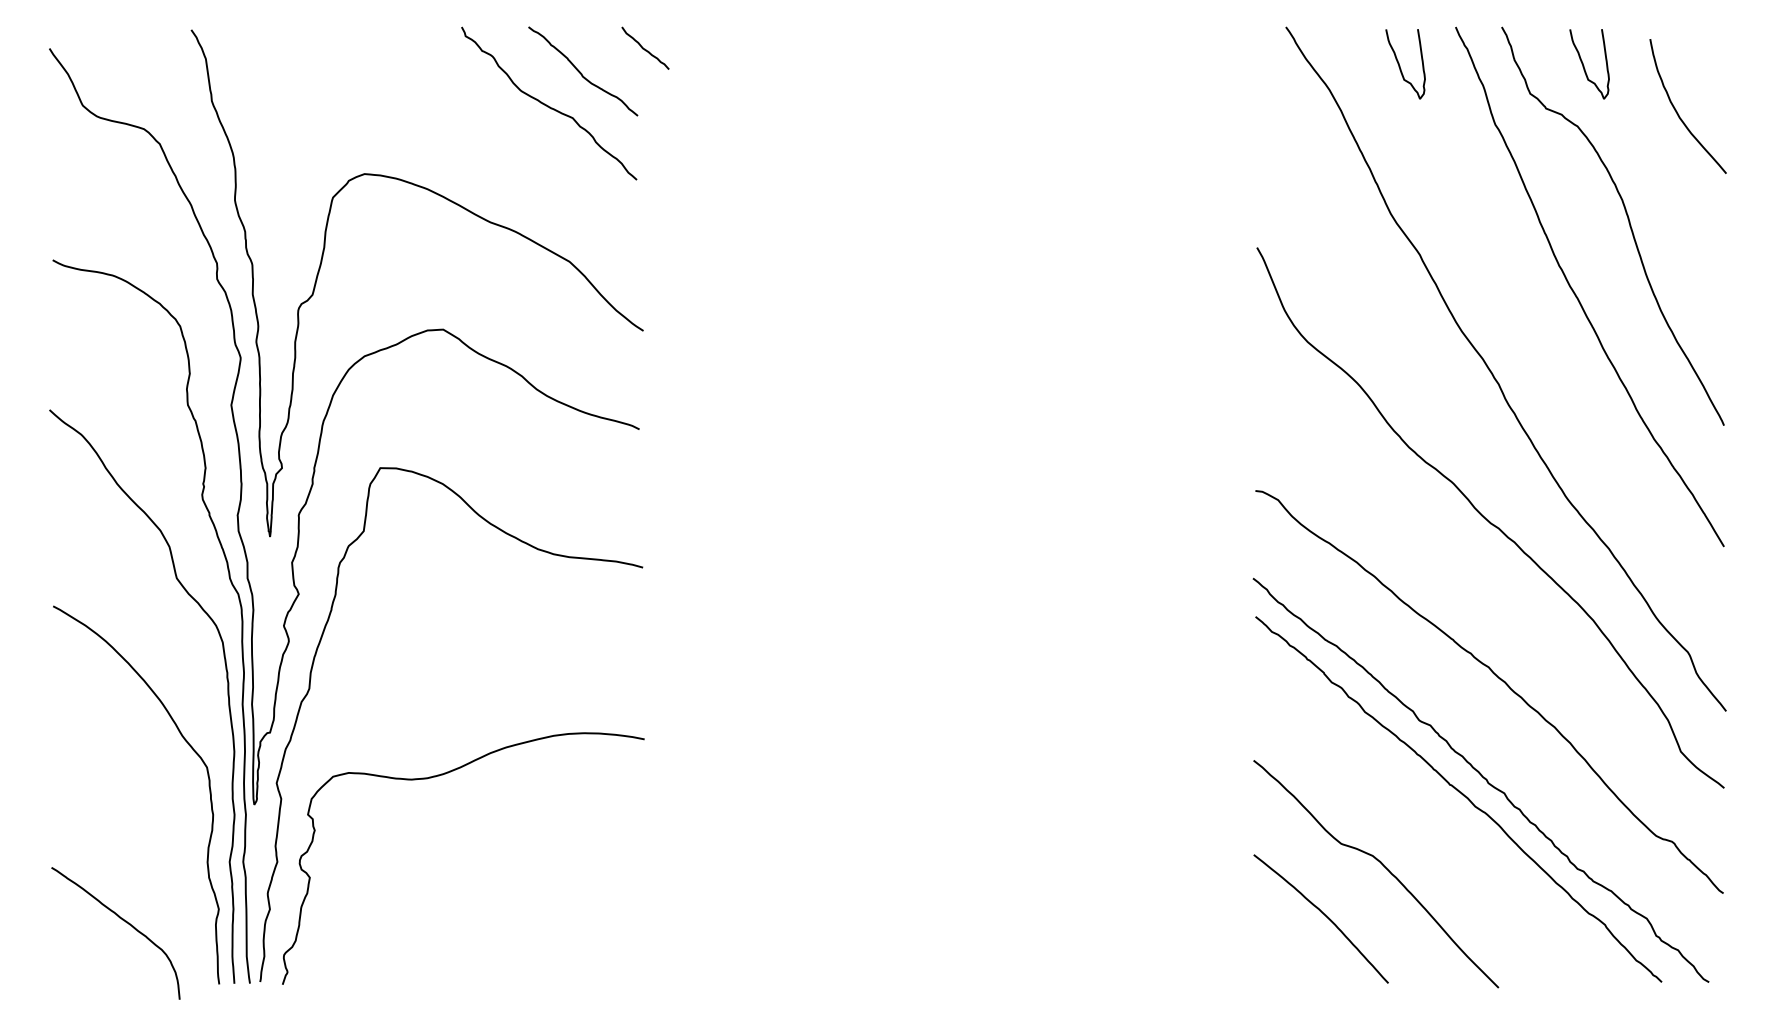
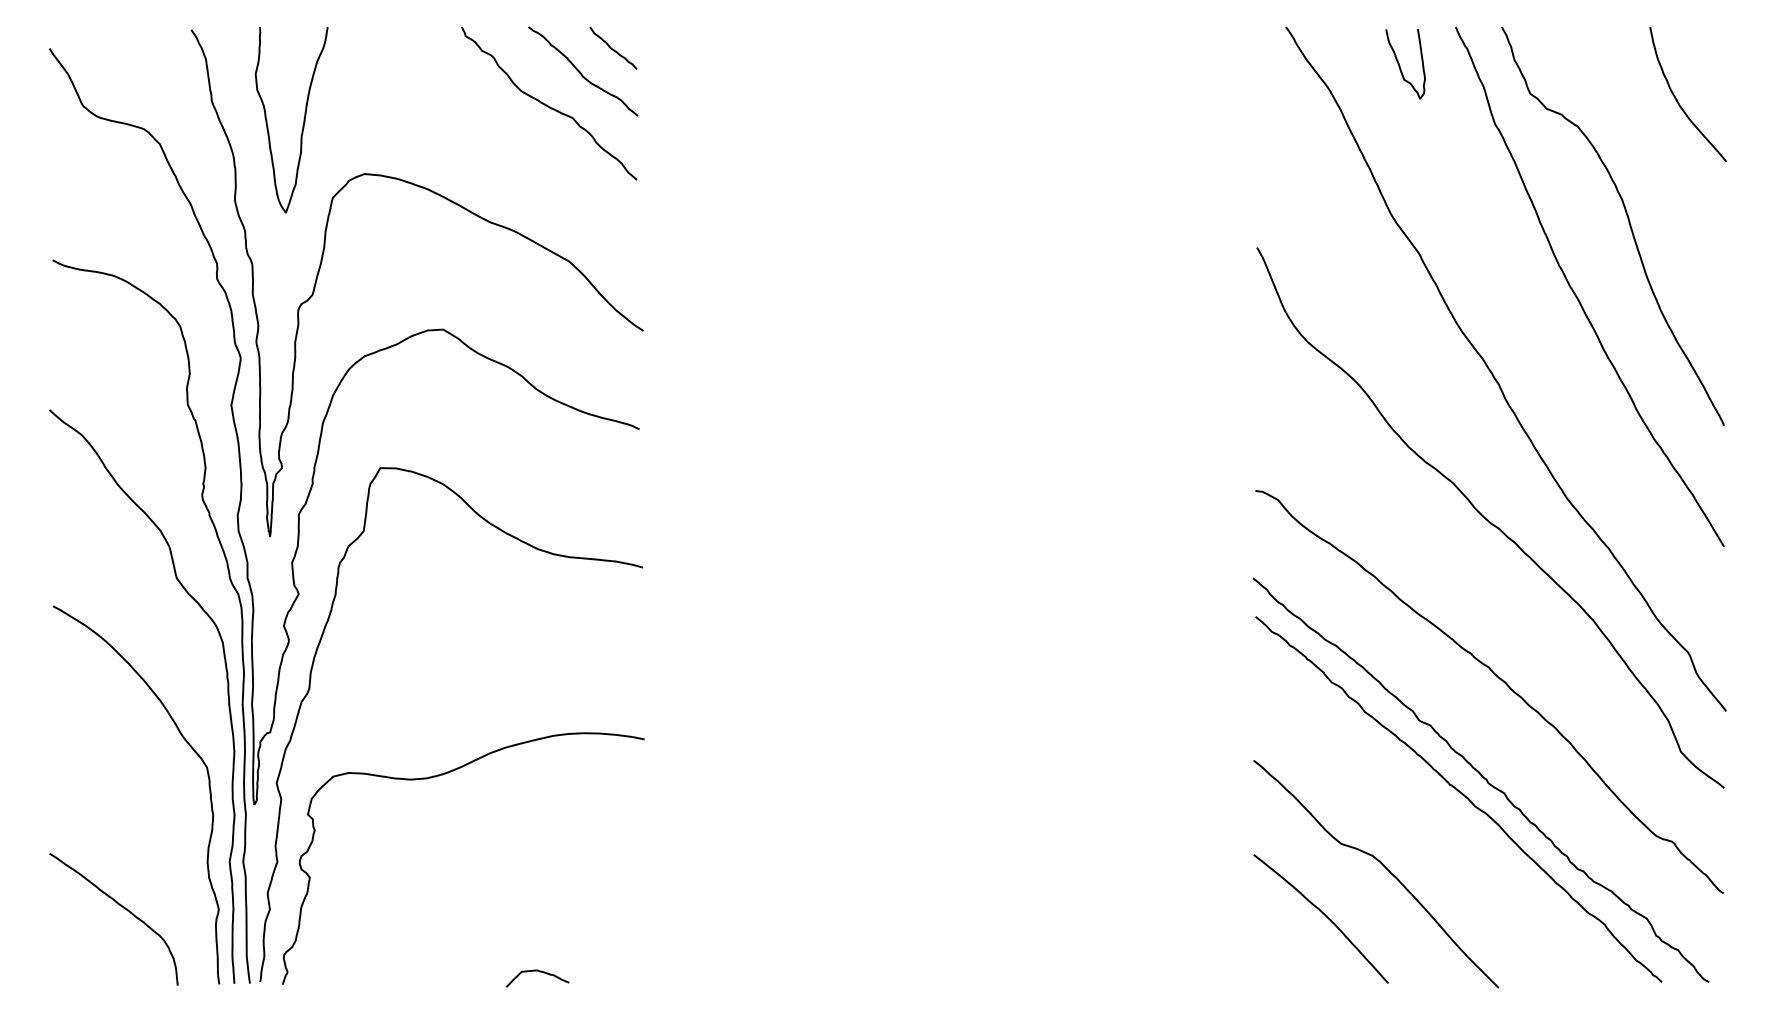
curve at (645, 48) position: (645, 48) -> (613, 48)
curve at (1584, 65): present -> none
curve at (1677, 111) position: (1677, 111) -> (1677, 99)
curve at (303, 120): none -> present
curve at (122, 920) position: (122, 920) -> (120, 906)
curve at (539, 972): none -> present
